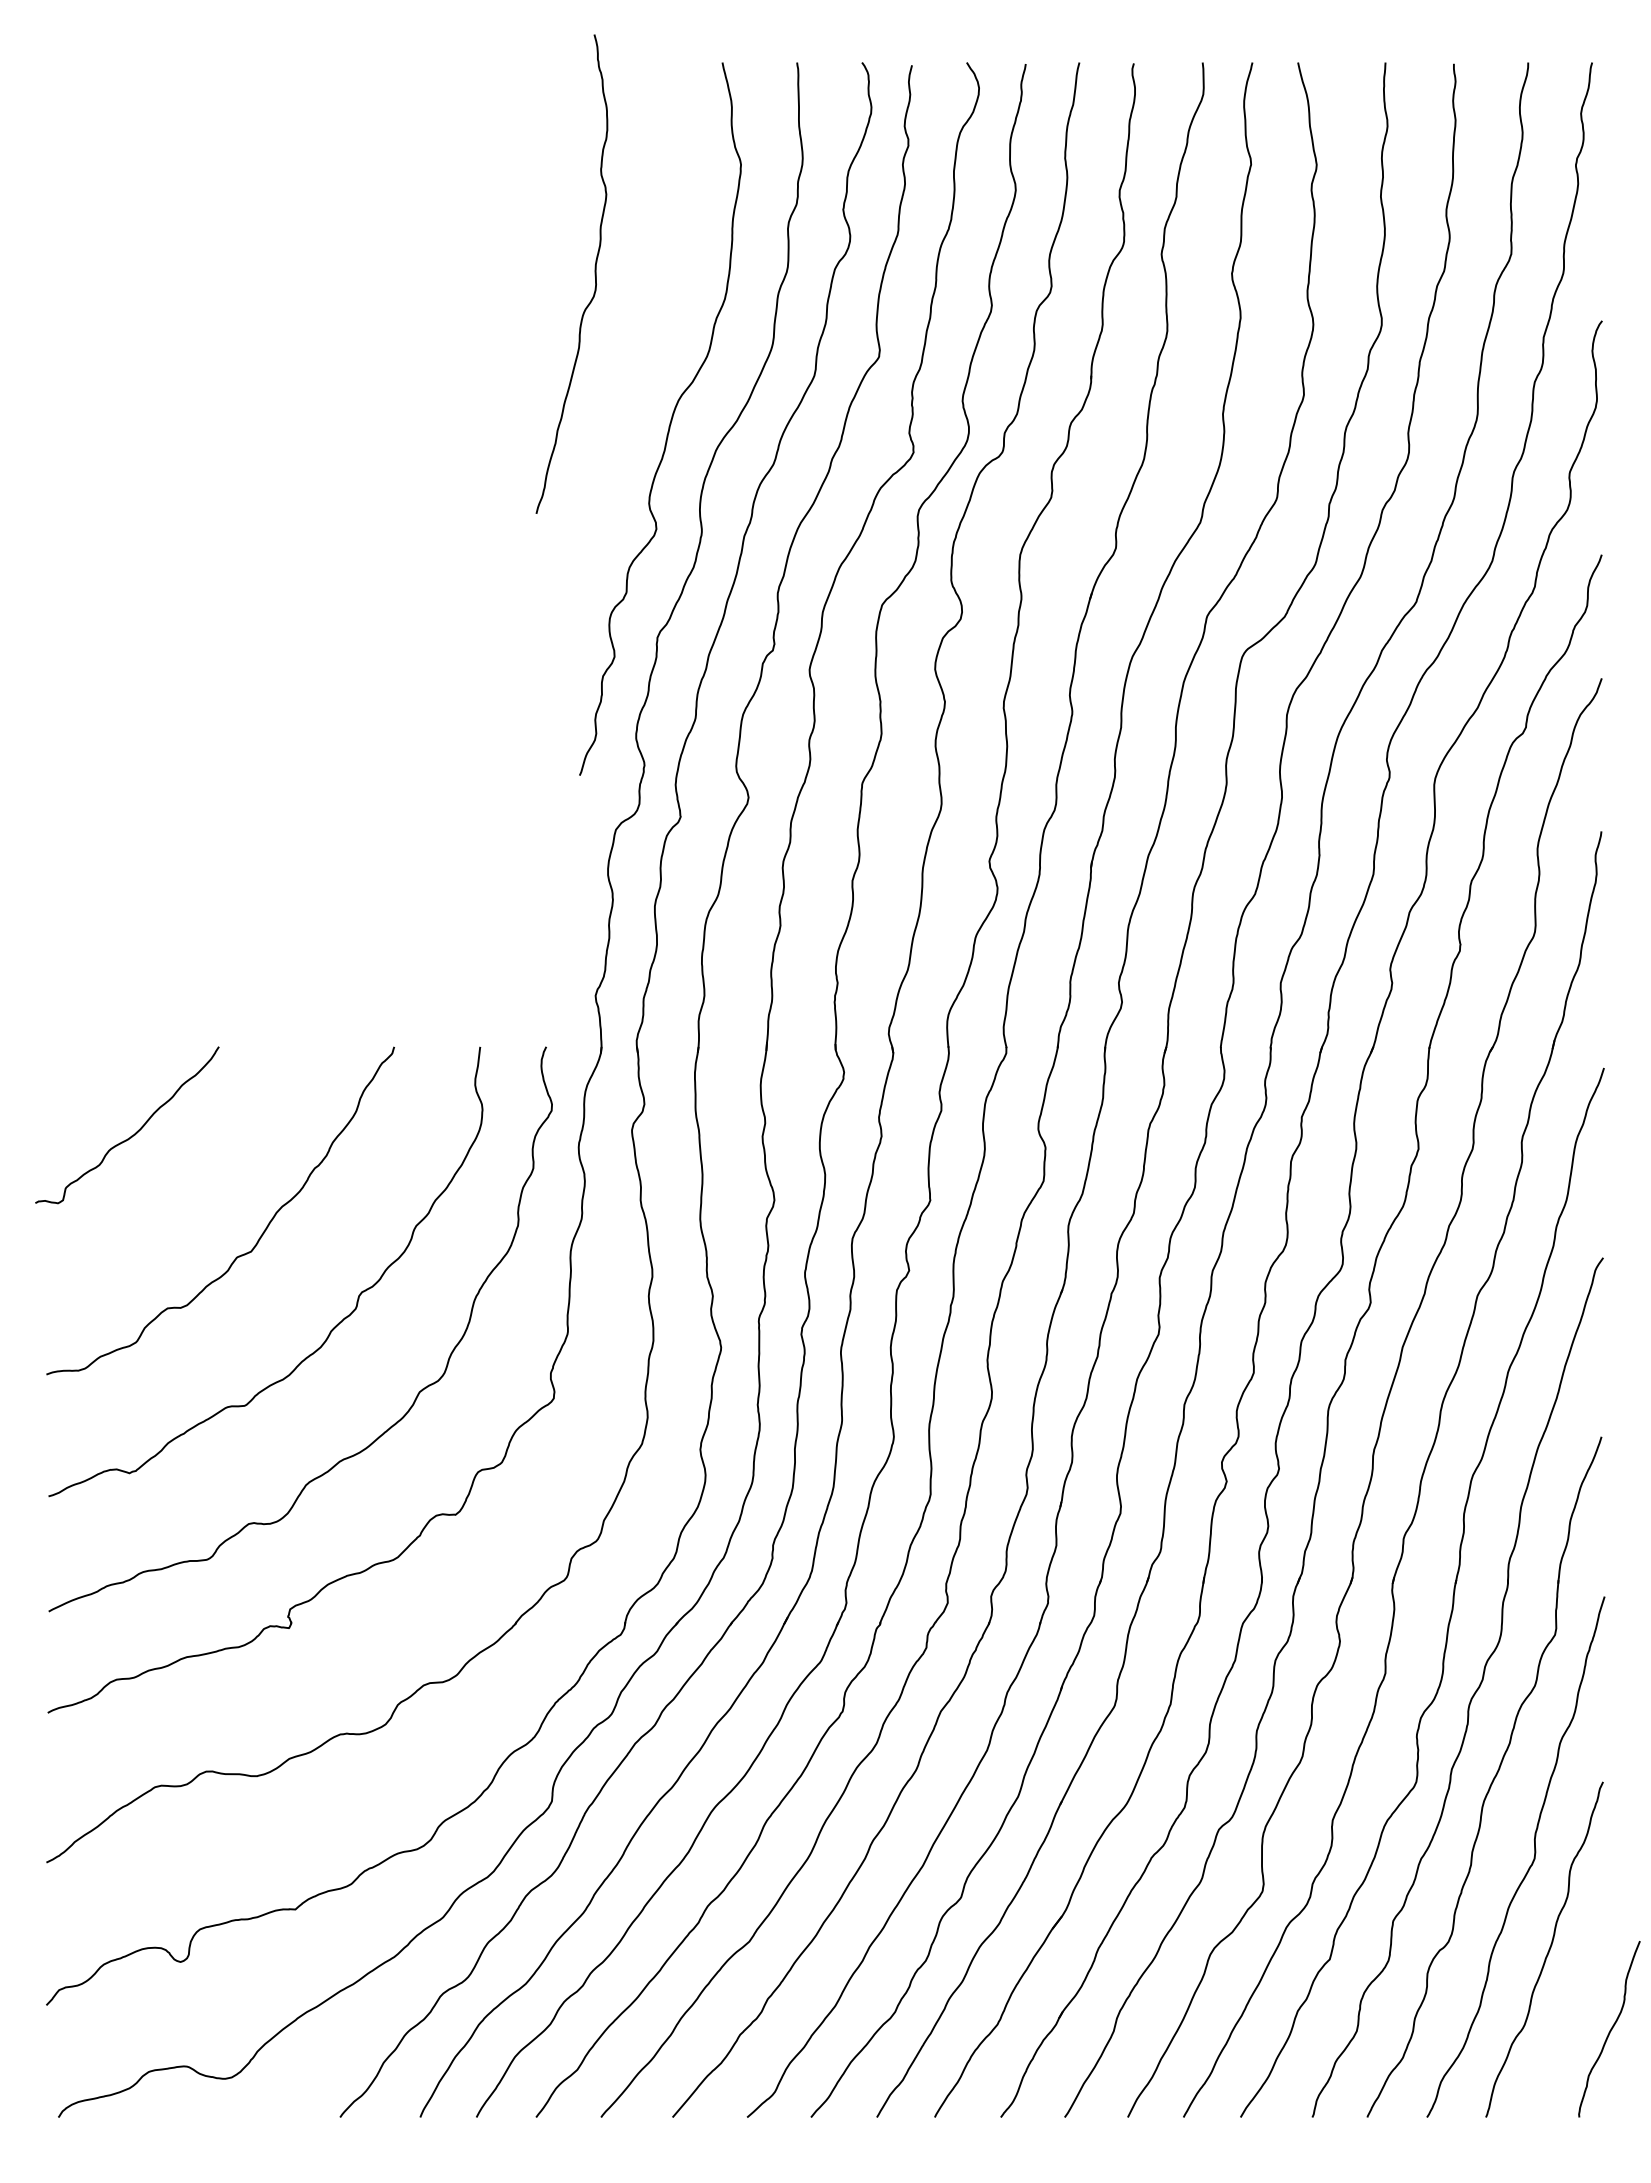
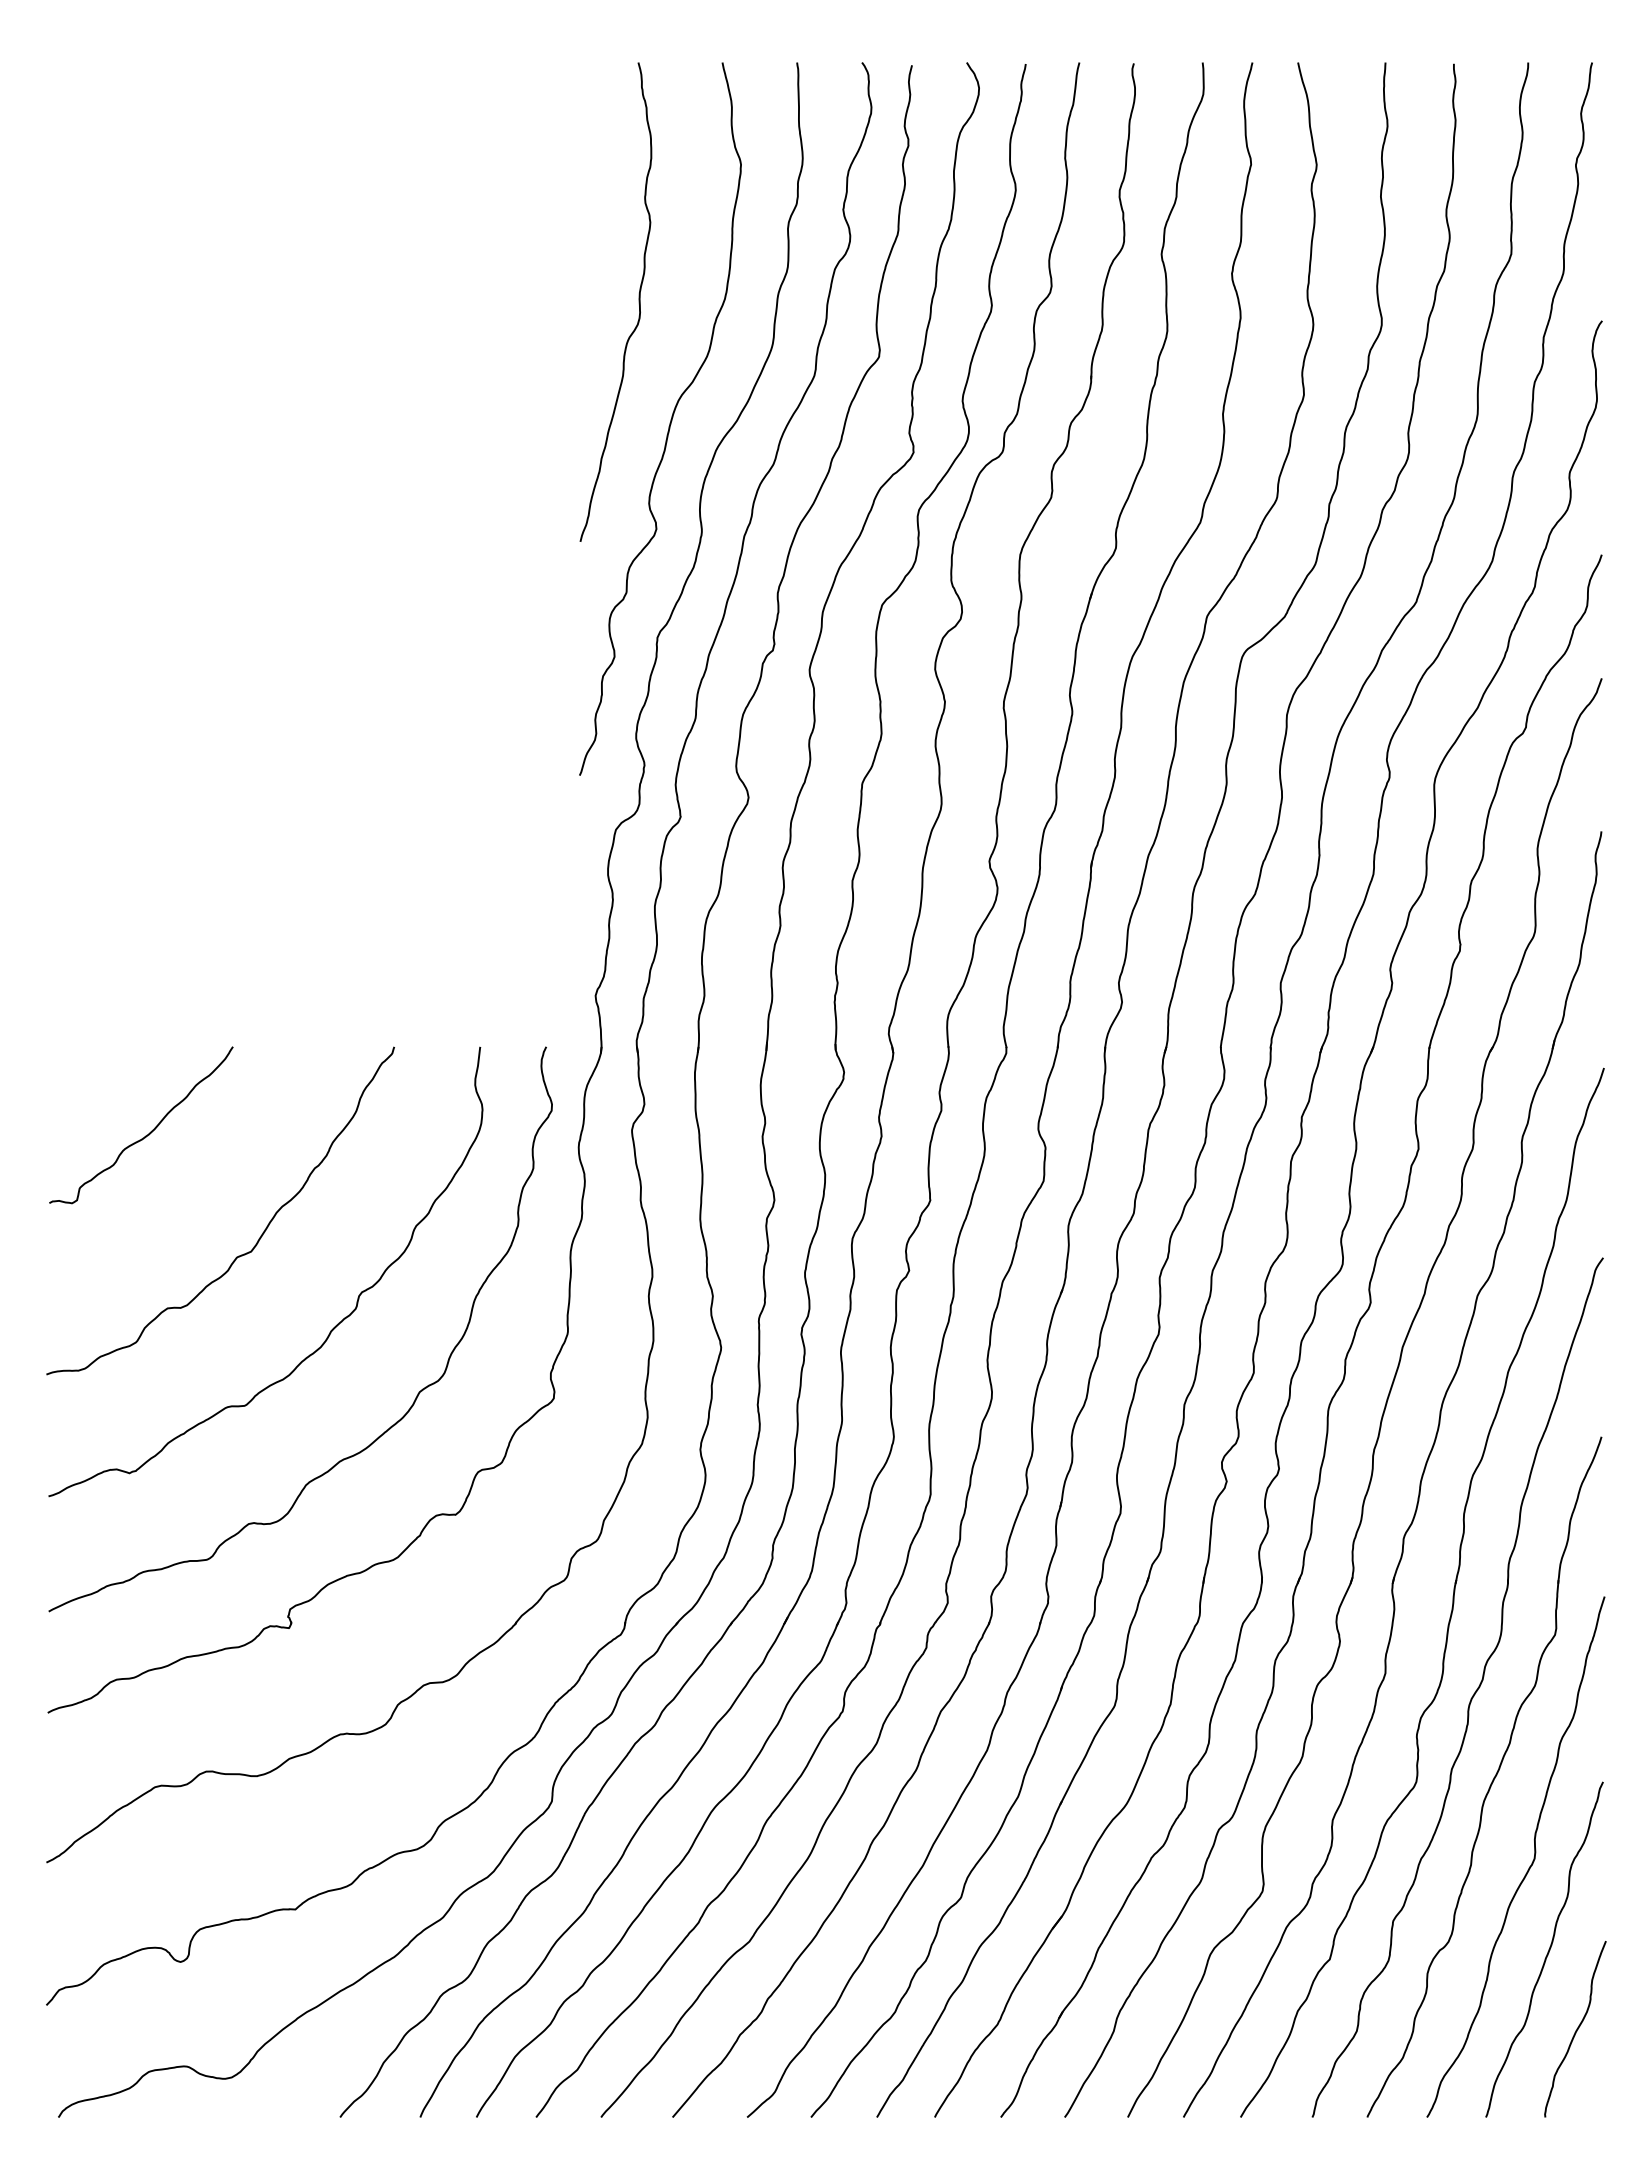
curve at (594, 273) position: (594, 273) -> (638, 301)
curve at (135, 1132) position: (135, 1132) -> (149, 1132)
curve at (1610, 2029) position: (1610, 2029) -> (1576, 2029)
